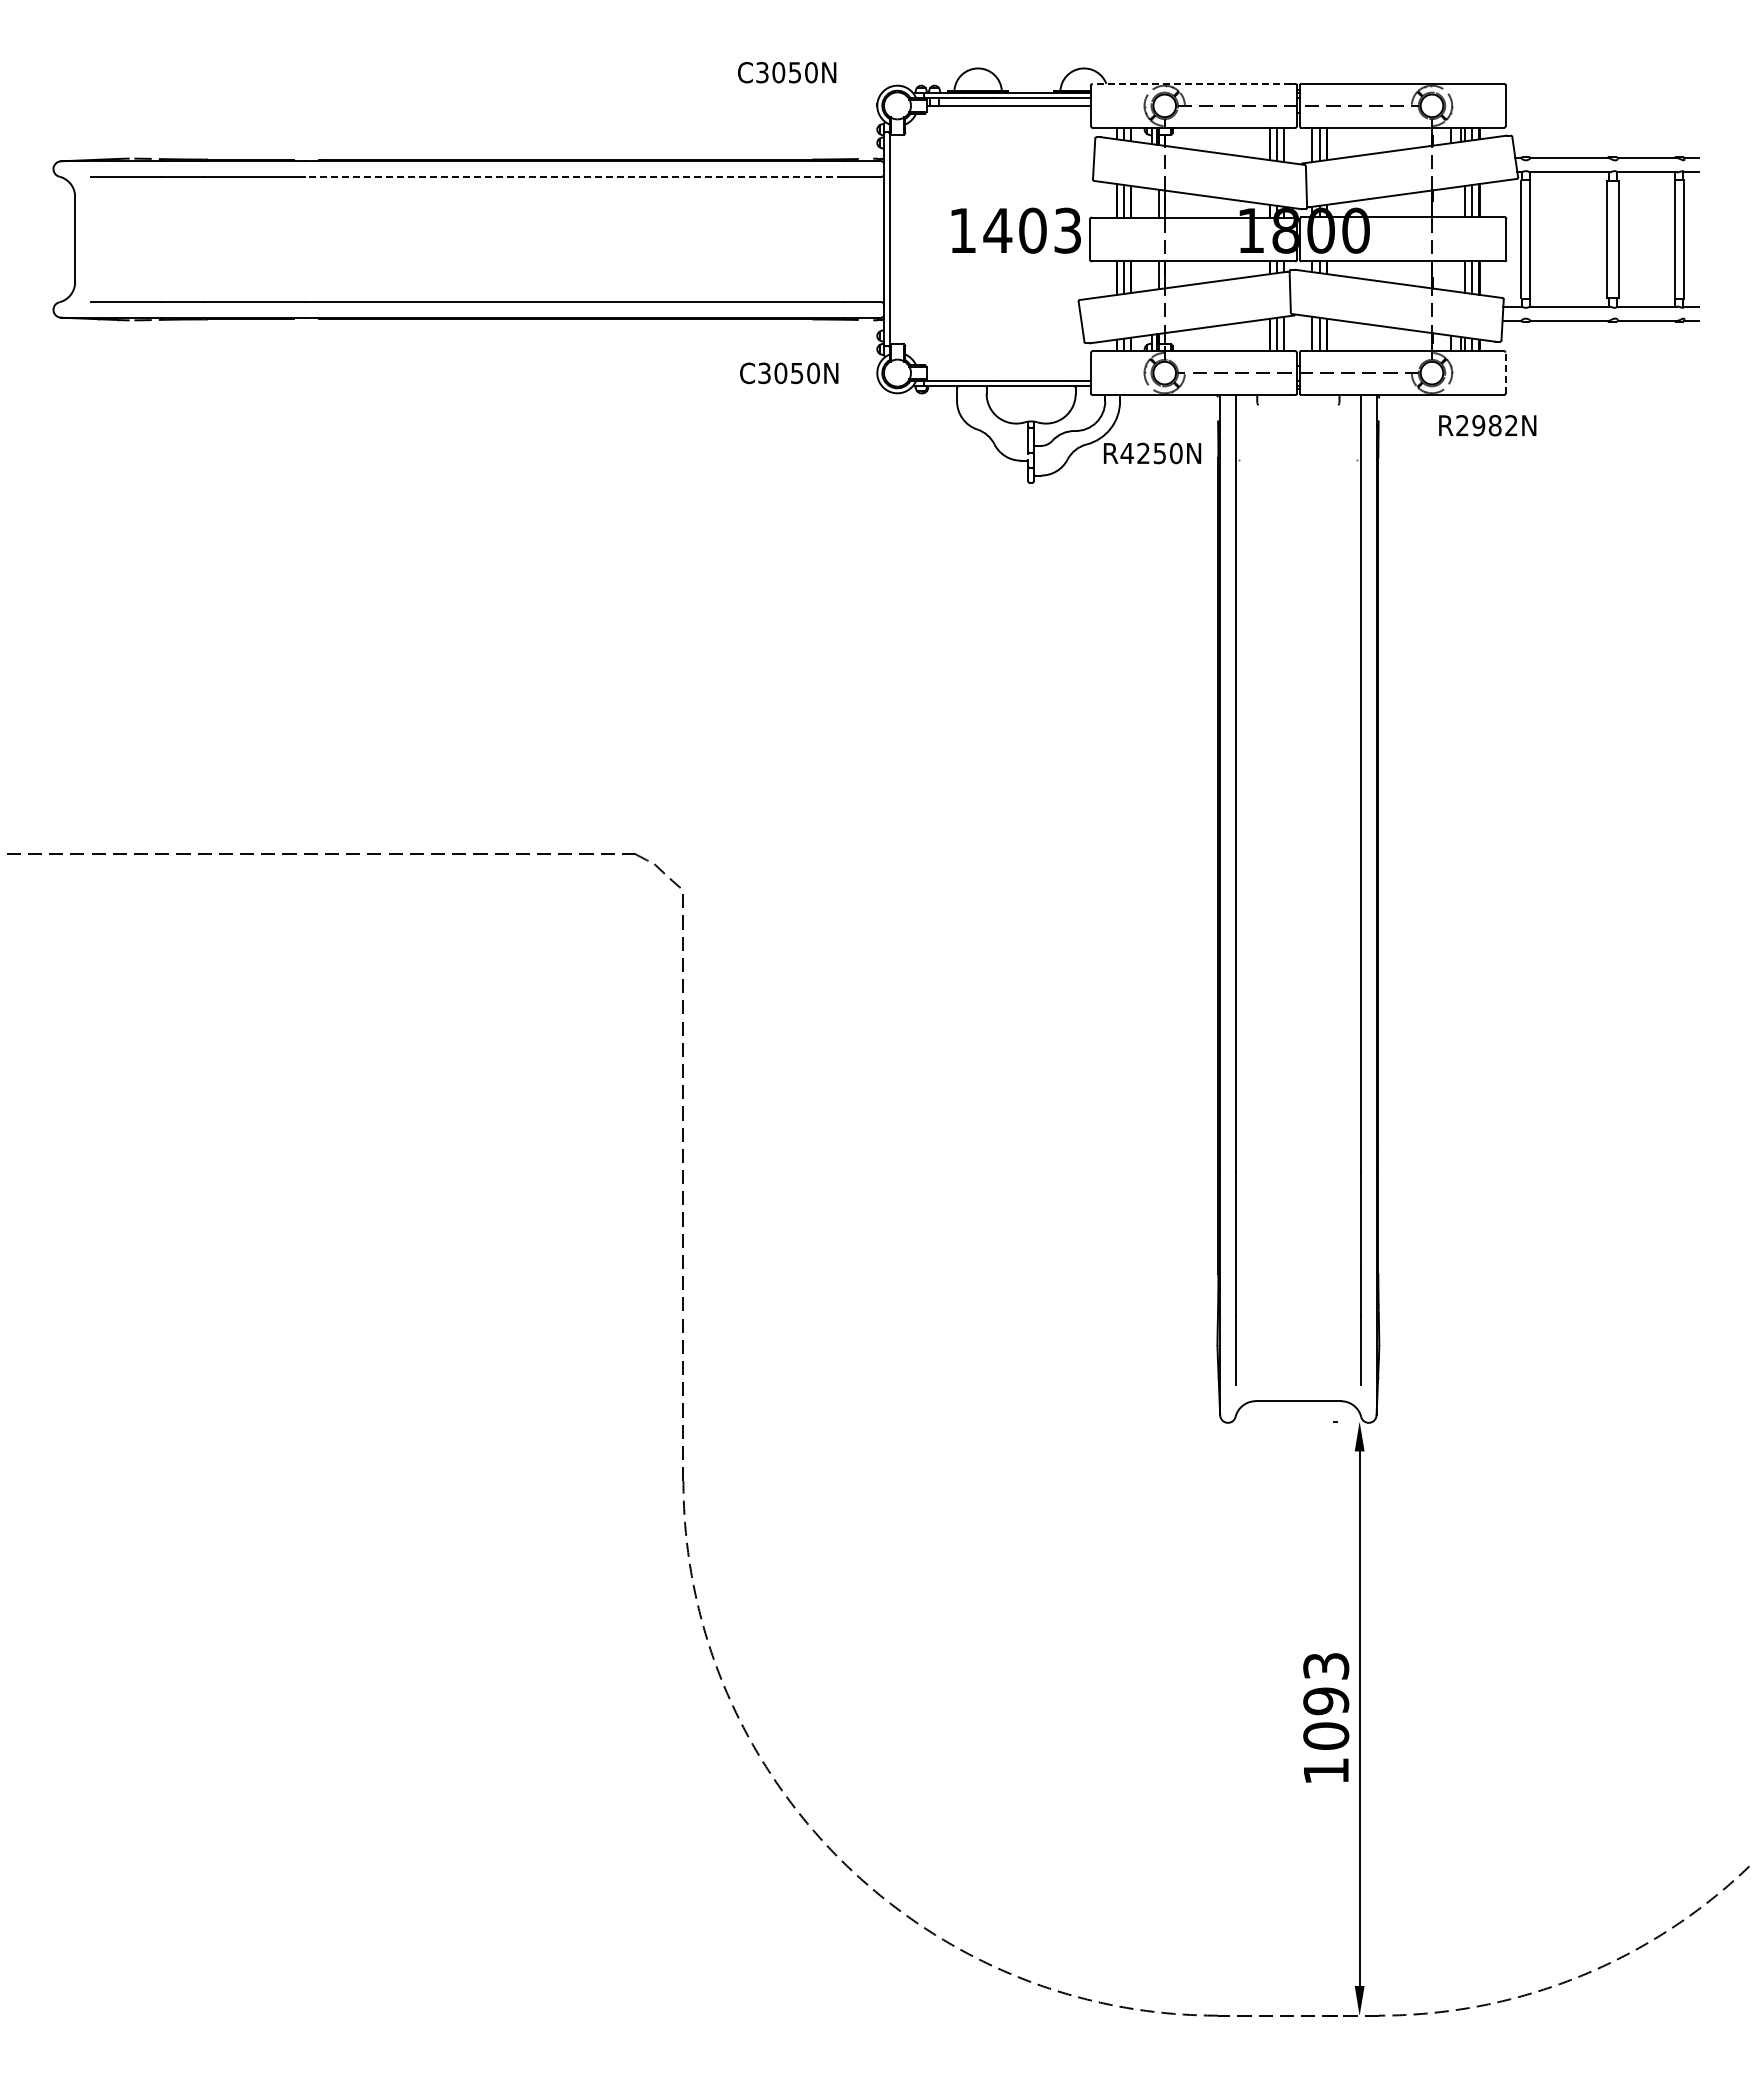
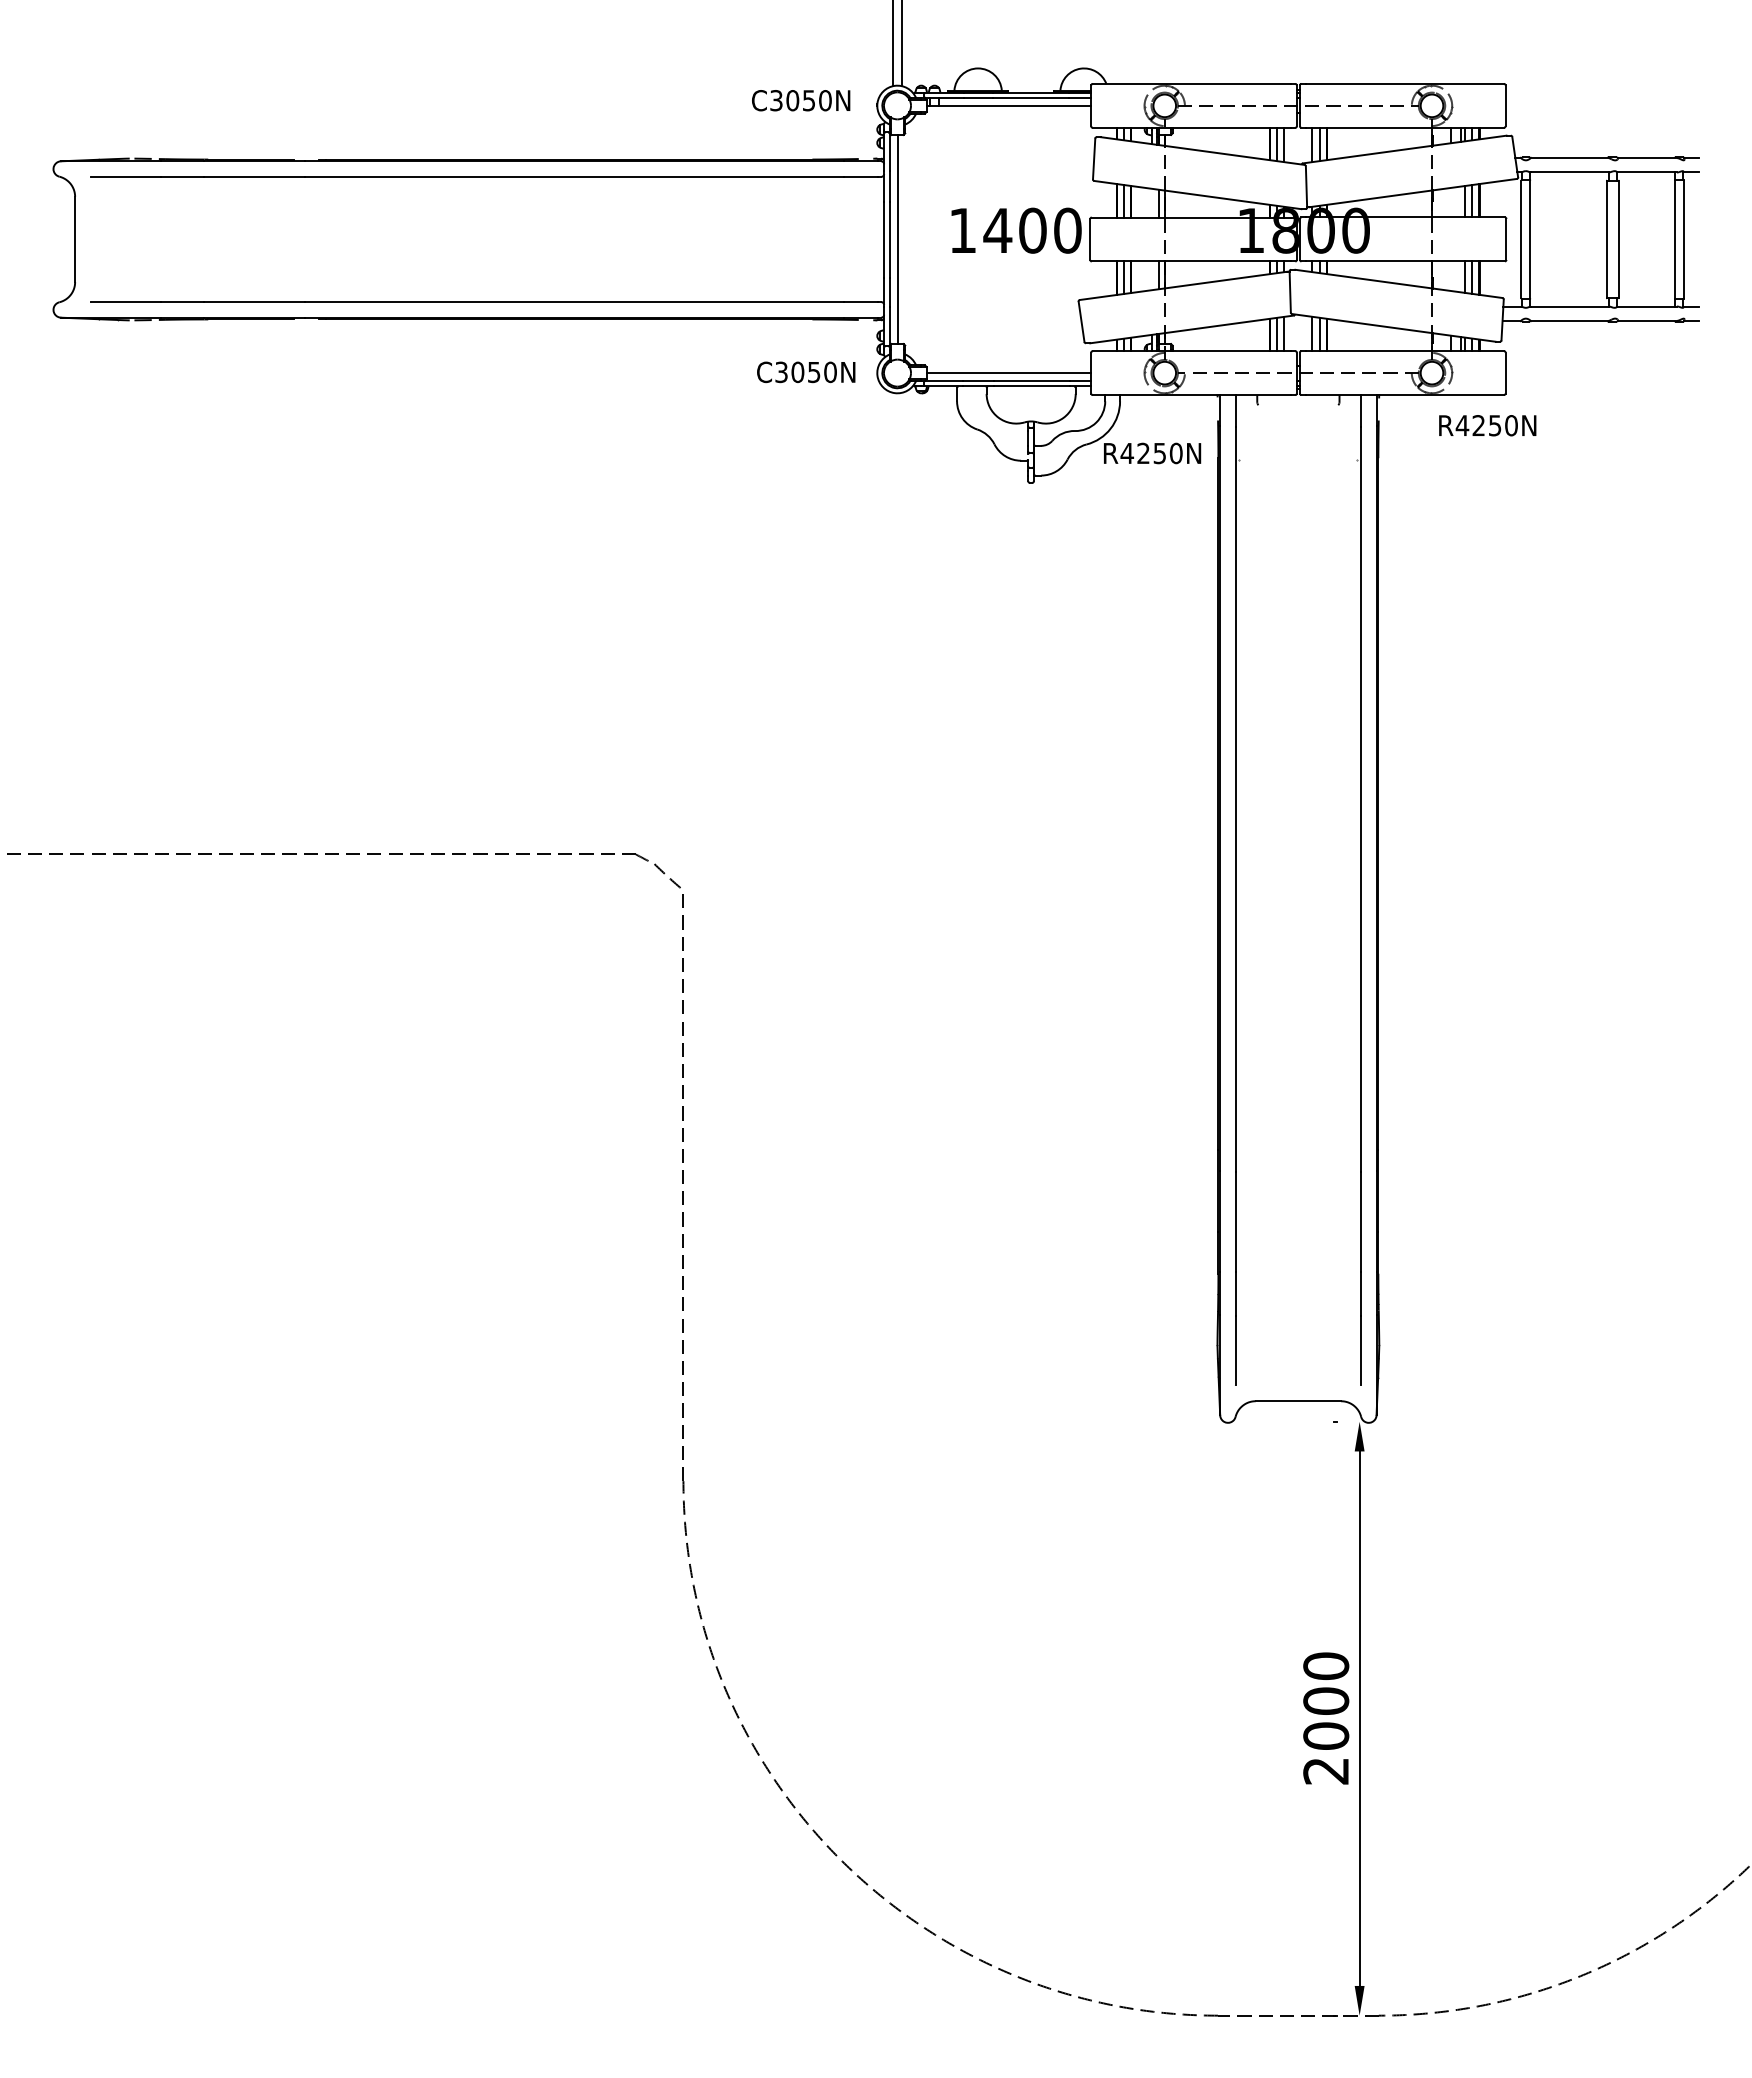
line at (893, 44): none -> present
line at (901, 44): none -> present
text at (787, 72) position: (787, 72) -> (801, 100)
line at (1191, 83): dashed -> solid
line at (574, 176): dashed -> solid
text at (1067, 230): 1403 -> 1400
line at (897, 239): none -> present
line at (1008, 372): none -> present
line at (1505, 372): dashed -> solid
text at (789, 373) position: (789, 373) -> (806, 372)
text at (1486, 425): R2982N -> R4250N
text at (1326, 1718): 1093 -> 2000
